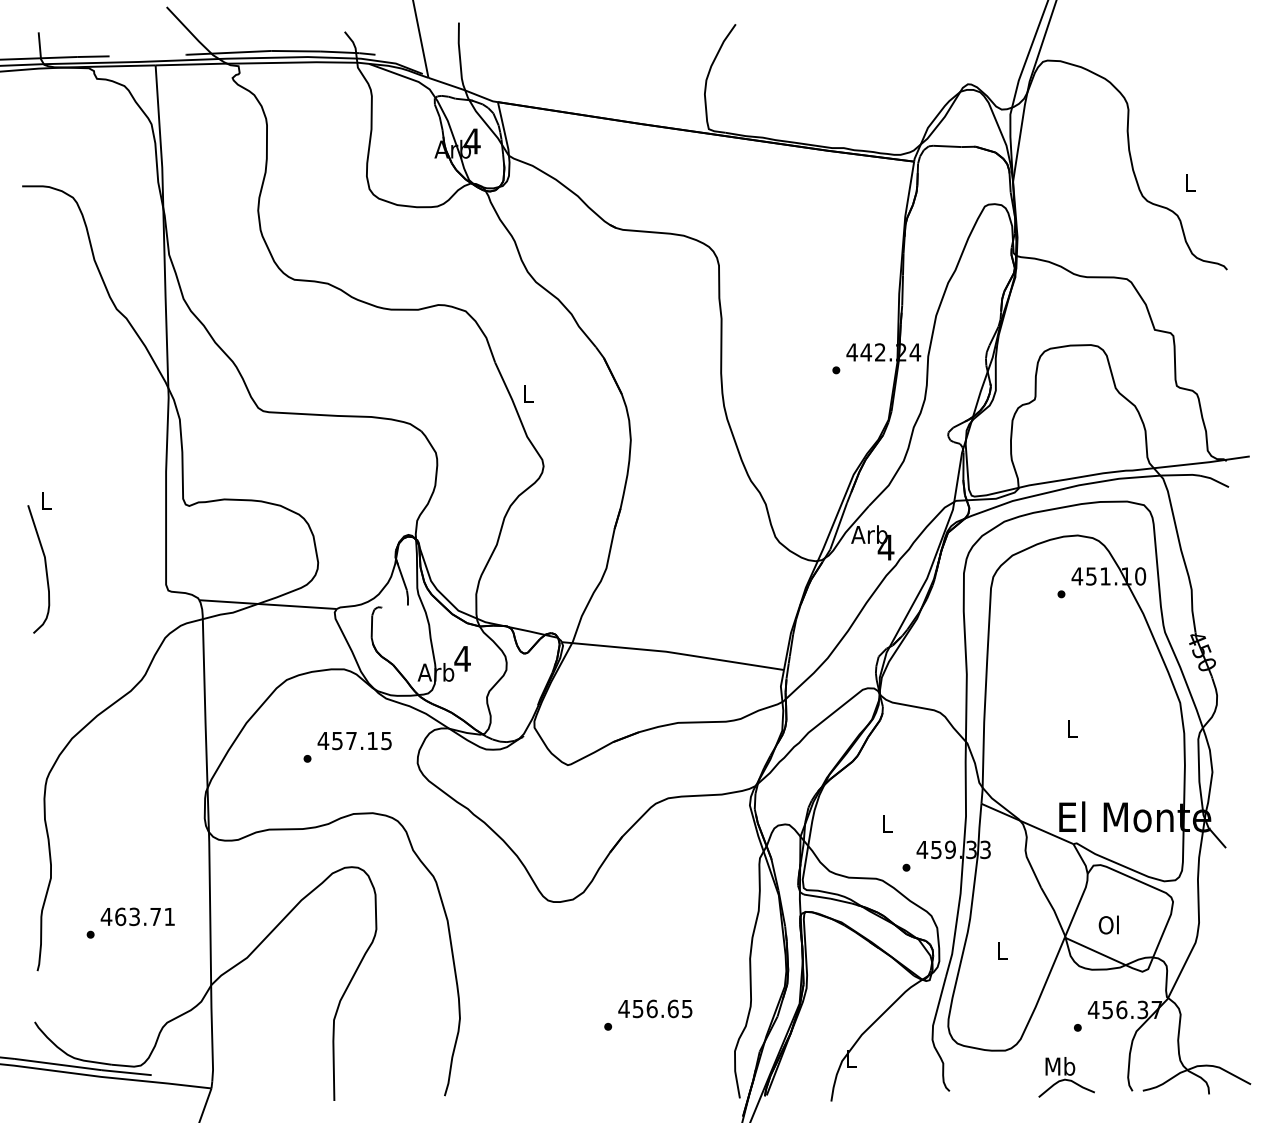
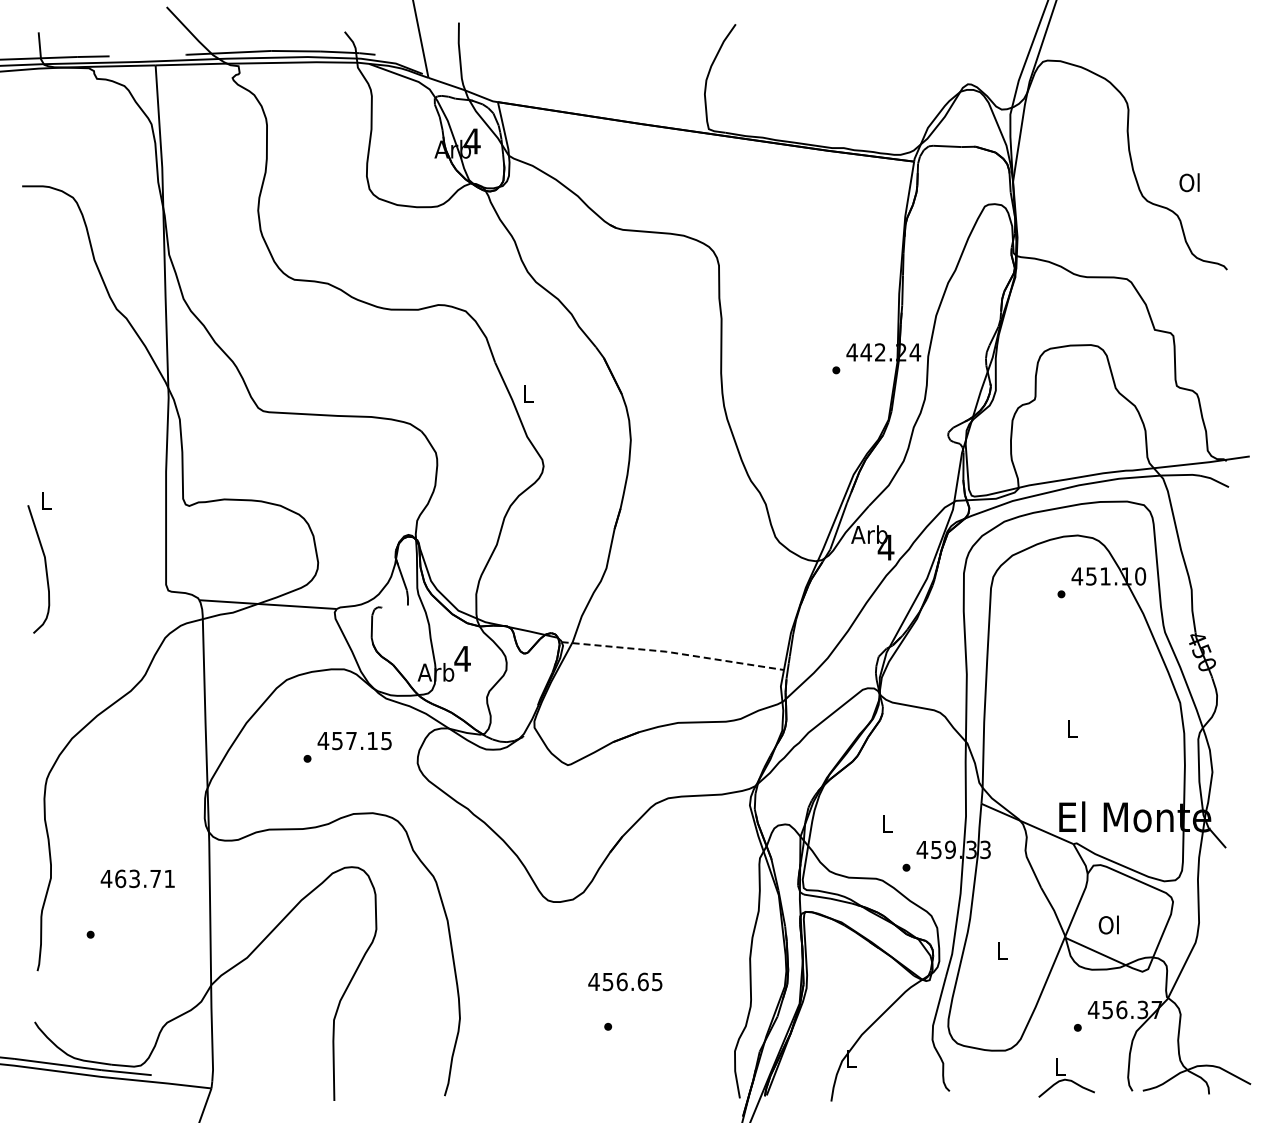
text at (1189, 182): L -> Ol
line at (673, 652): solid -> dashed
text at (137, 916) position: (137, 916) -> (137, 878)
text at (655, 1008) position: (655, 1008) -> (625, 981)
text at (1060, 1066): Mb -> L
